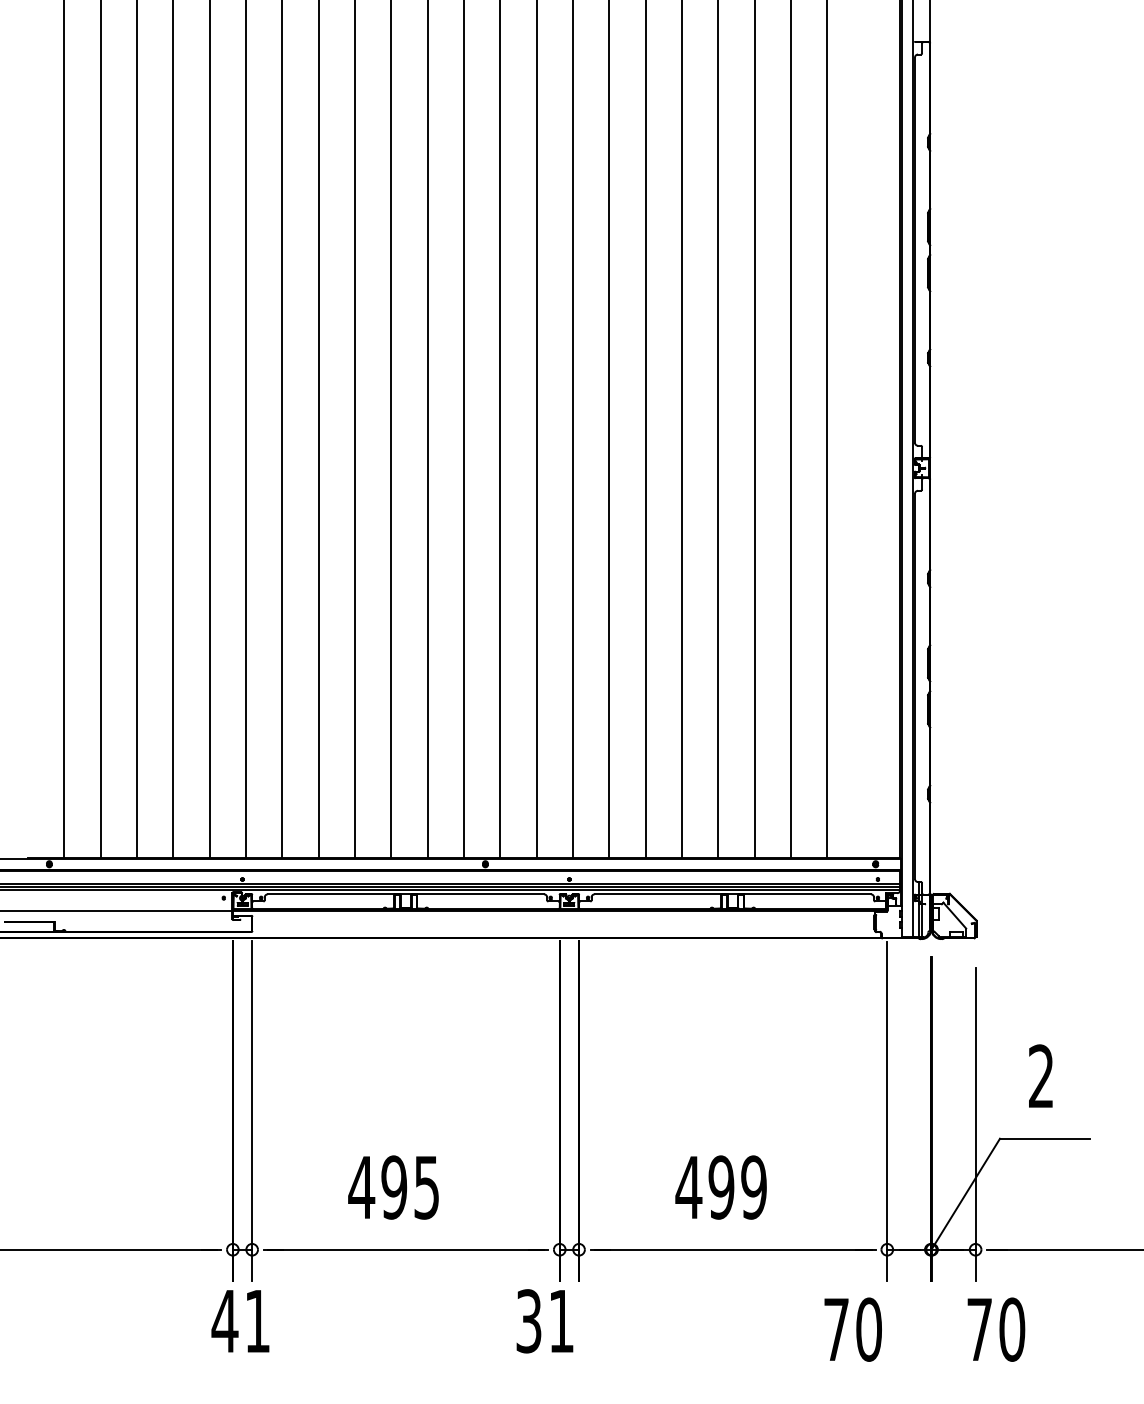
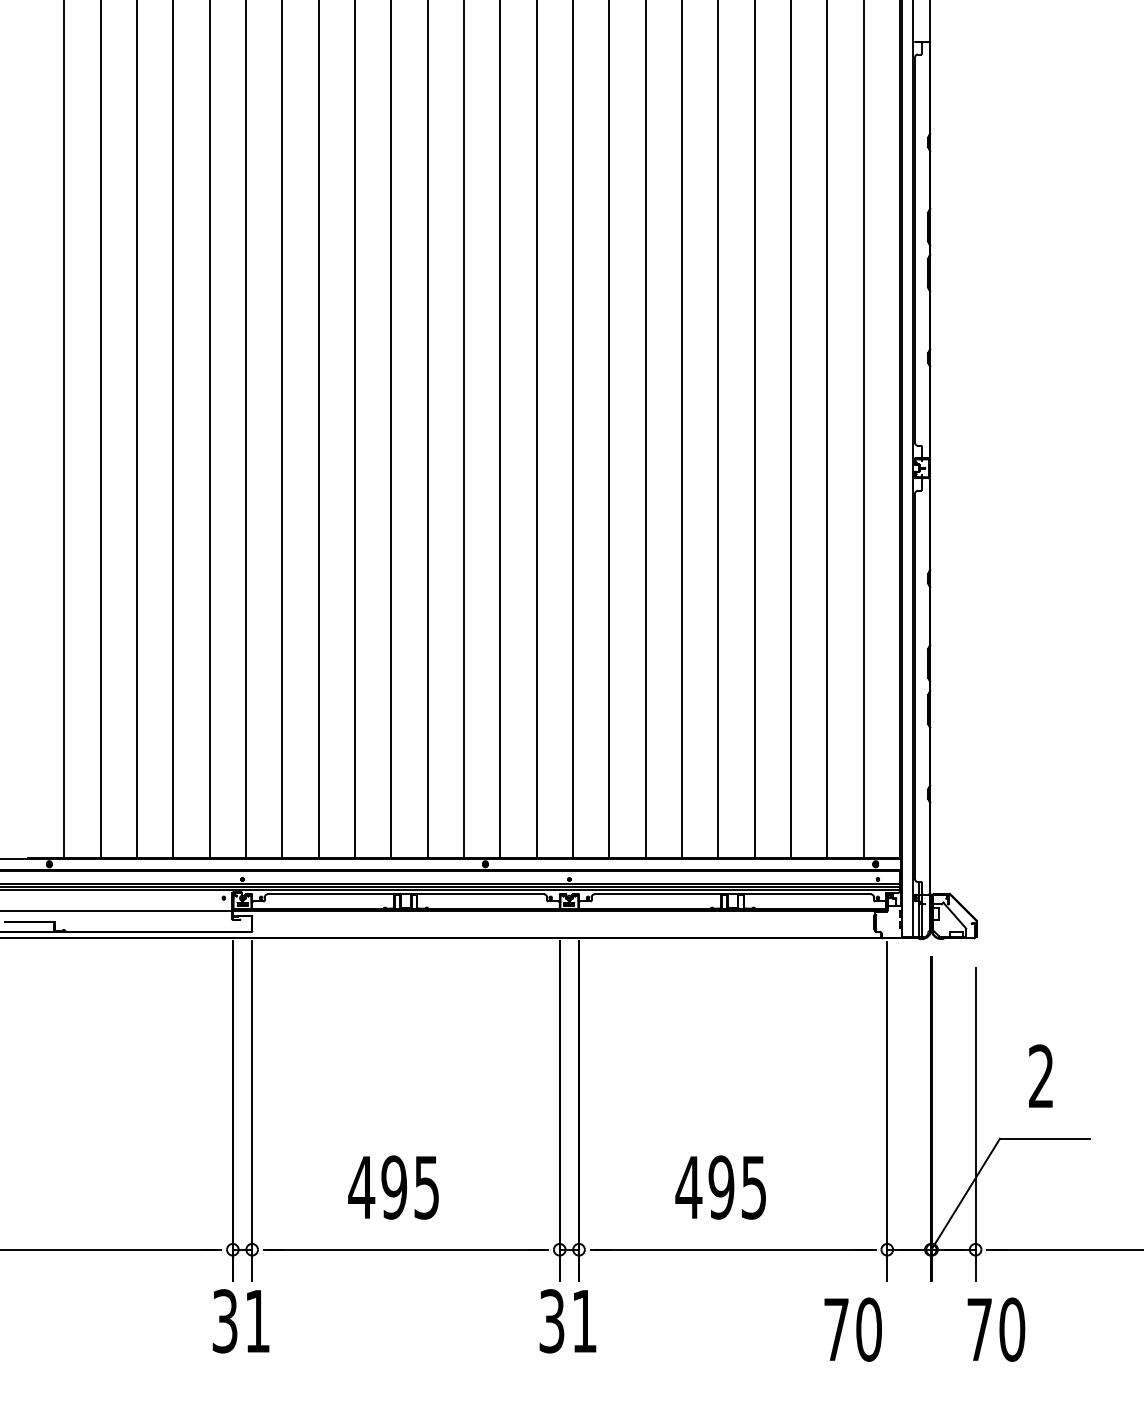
line at (863, 429): none -> present
text at (753, 1187): 499 -> 495
text at (224, 1321): 41 -> 31
text at (544, 1321) position: (544, 1321) -> (567, 1321)
